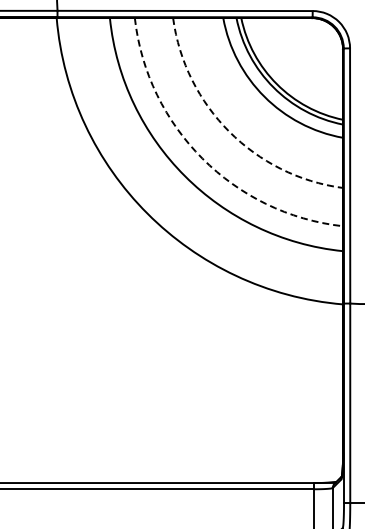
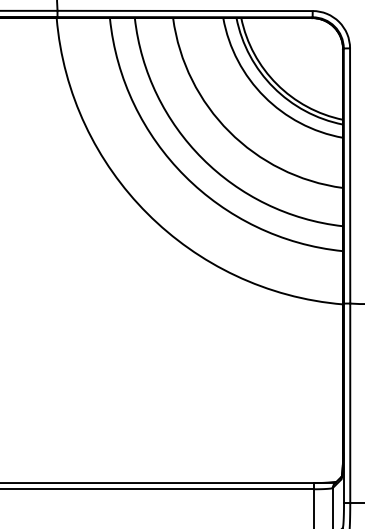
arc at (229, 131): dashed -> solid
arc at (202, 158): dashed -> solid
